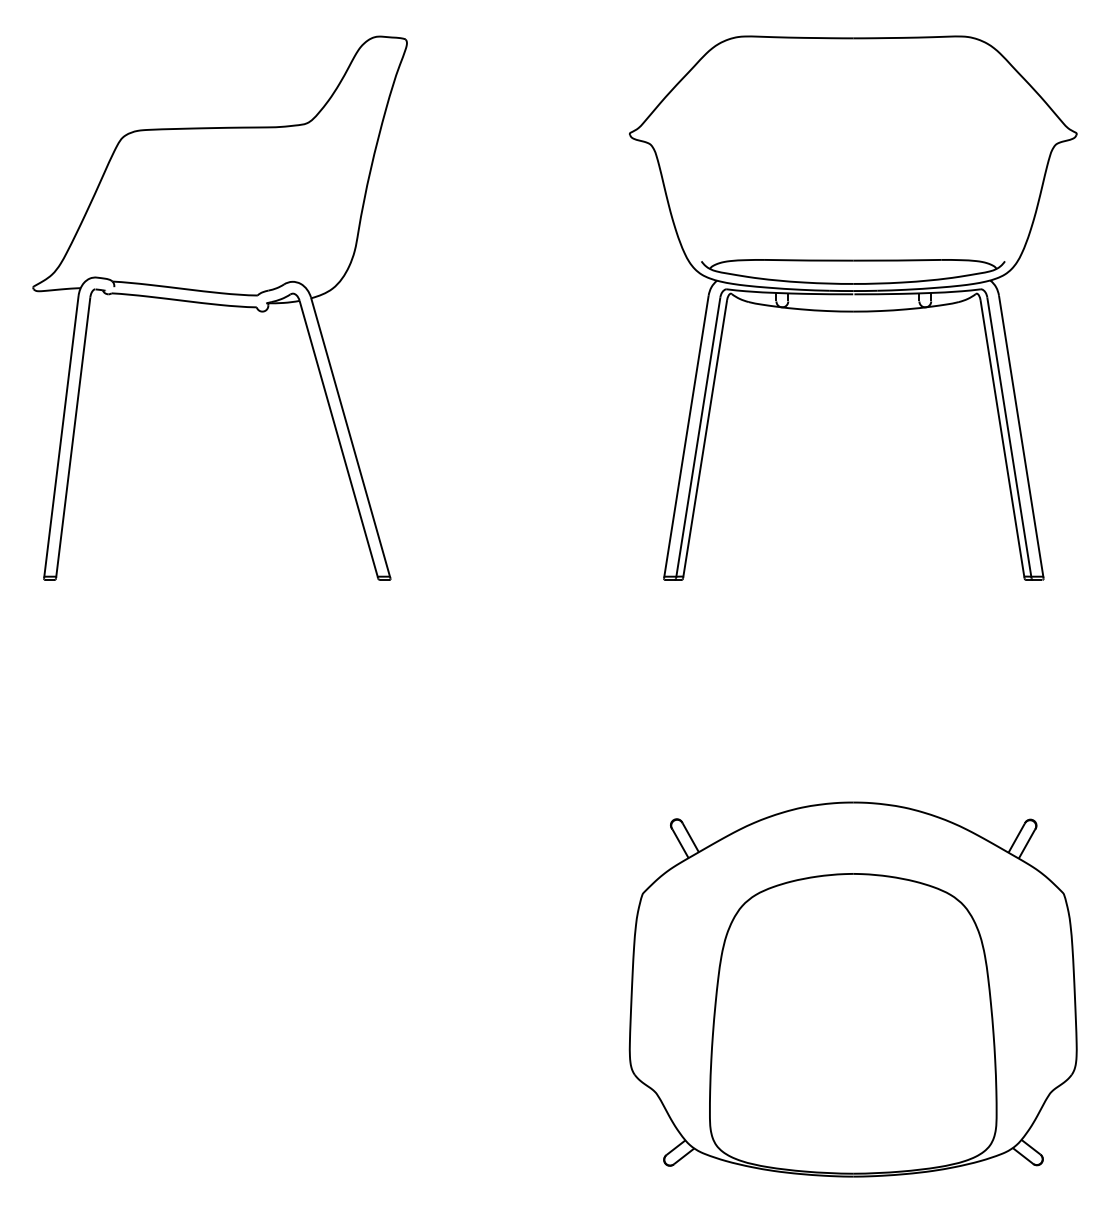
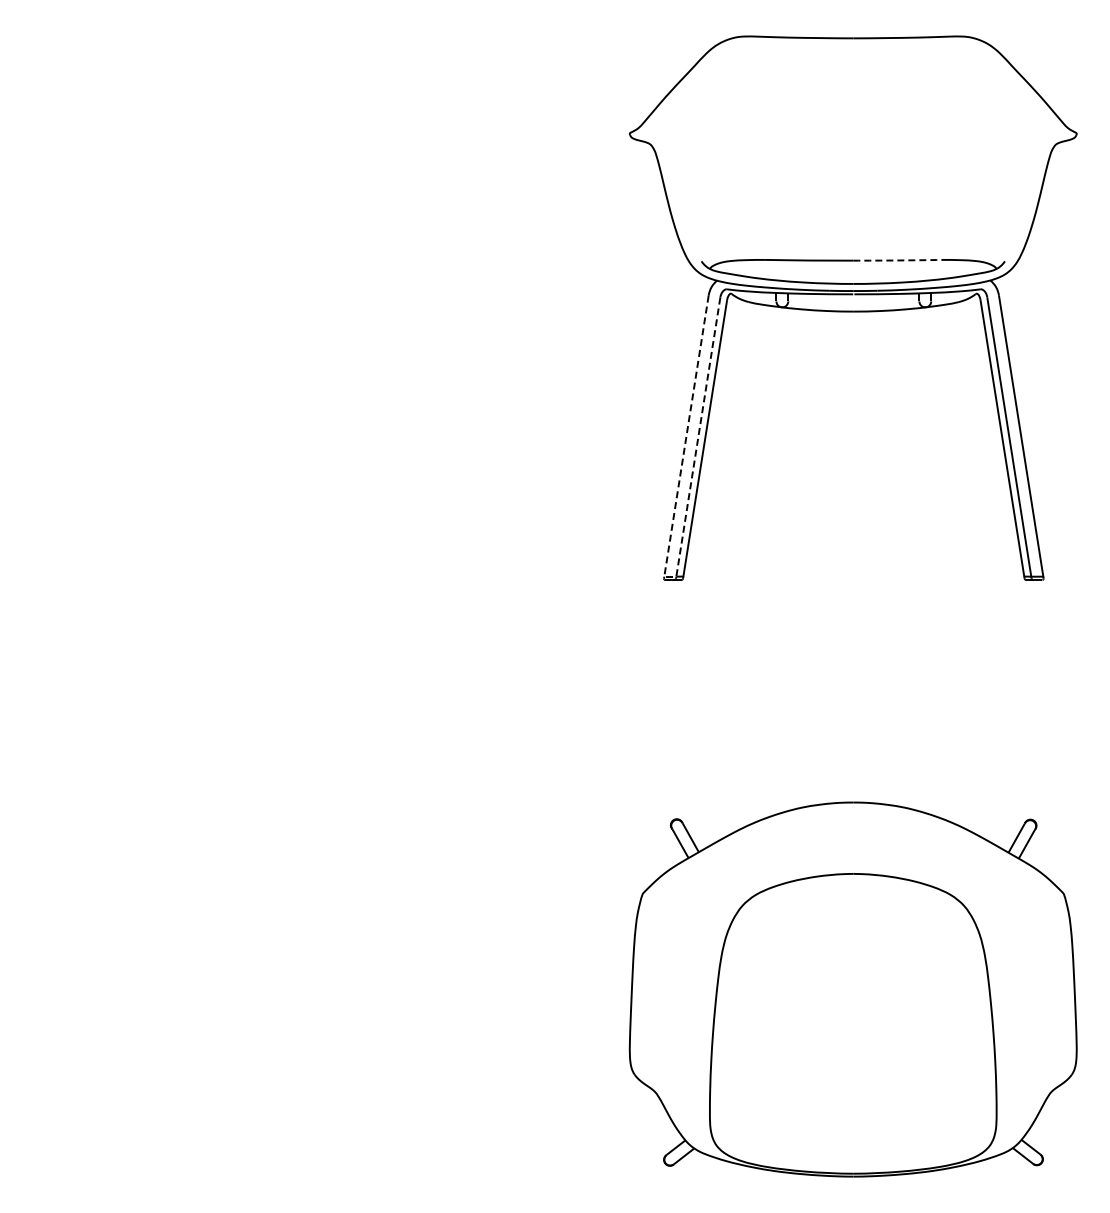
arc at (897, 260): solid -> dashed
part at (219, 307): present -> none
line at (668, 576): solid -> dashed
